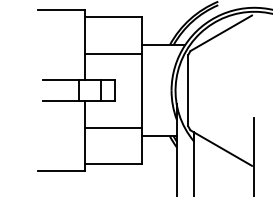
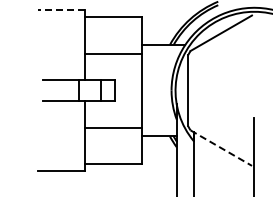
line at (61, 10): solid -> dashed
line at (221, 148): solid -> dashed
